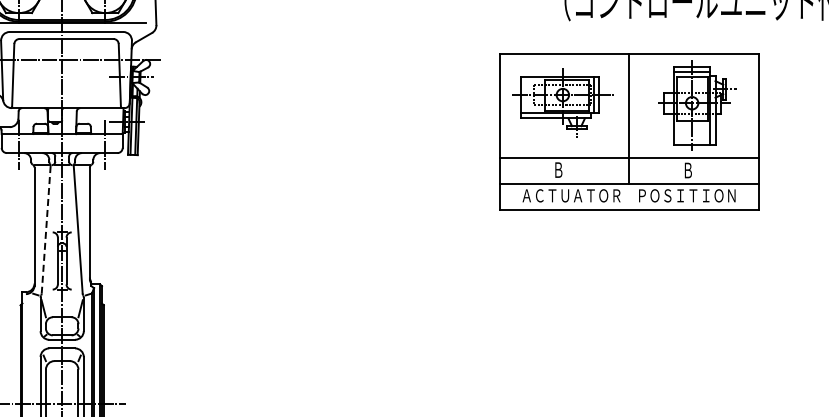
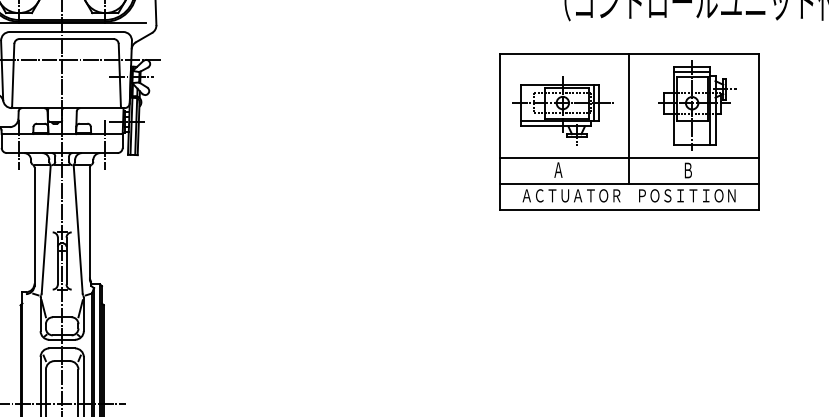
part at (562, 102) position: (562, 102) -> (562, 110)
text at (558, 169): Ｂ -> Ａ
line at (46, 229): dashed -> solid
